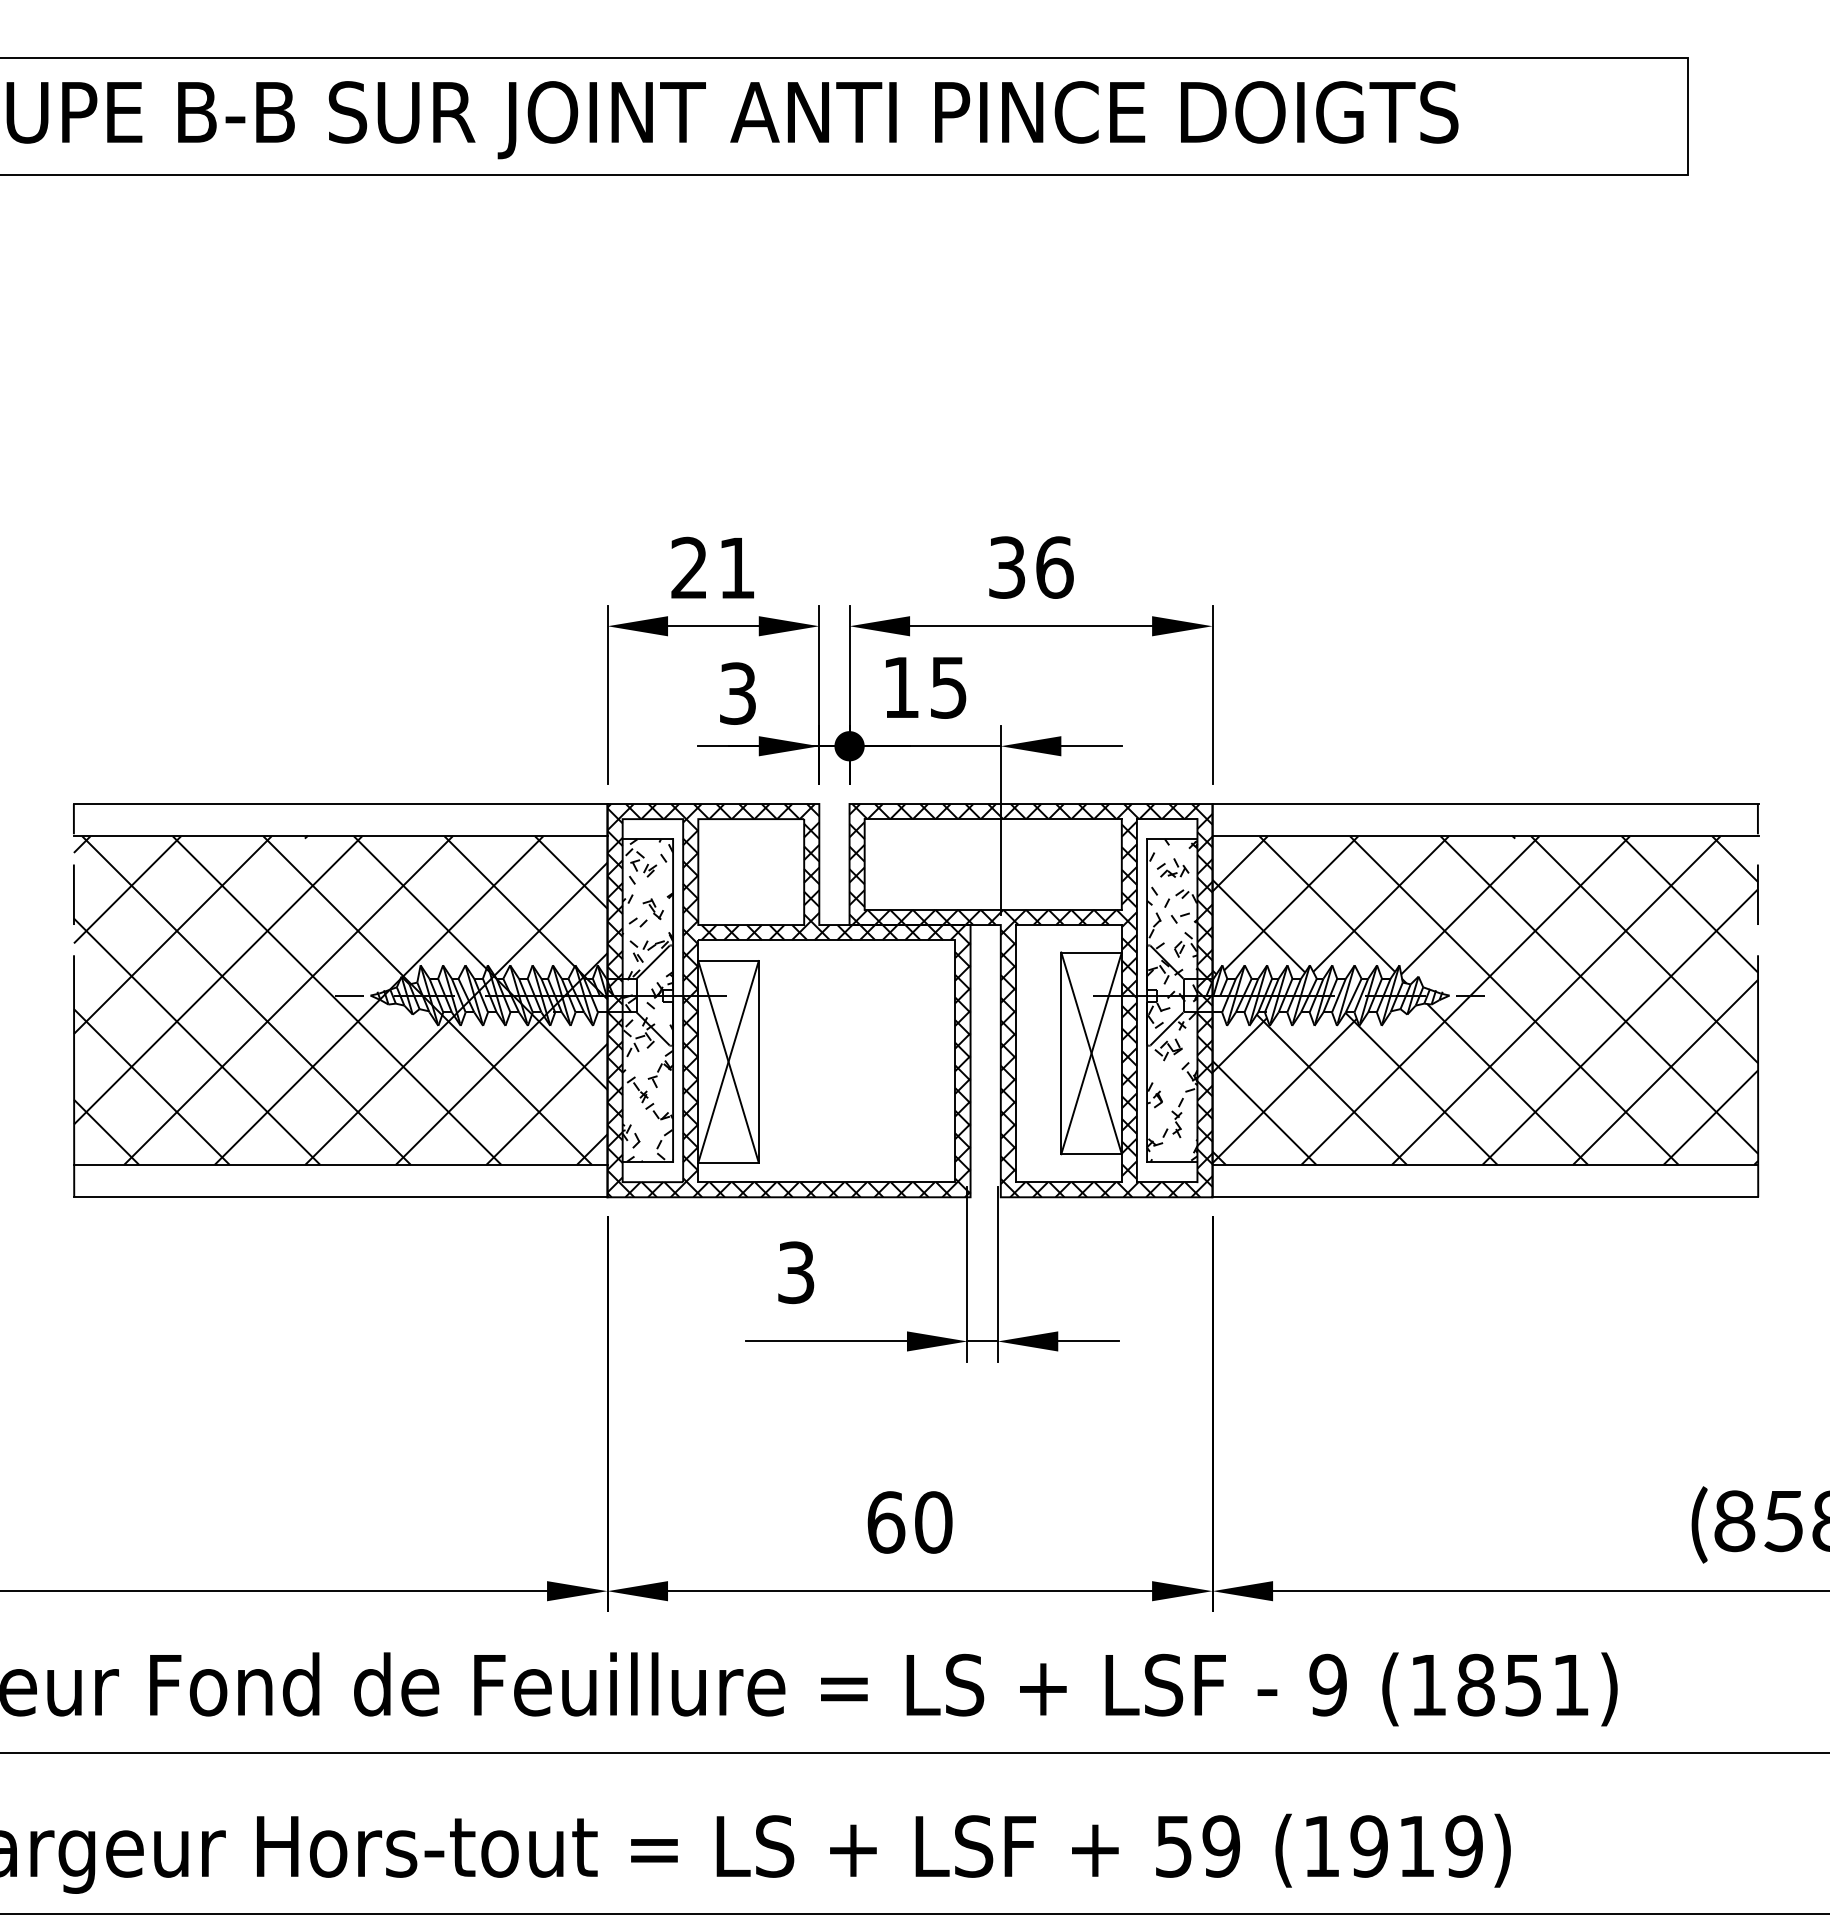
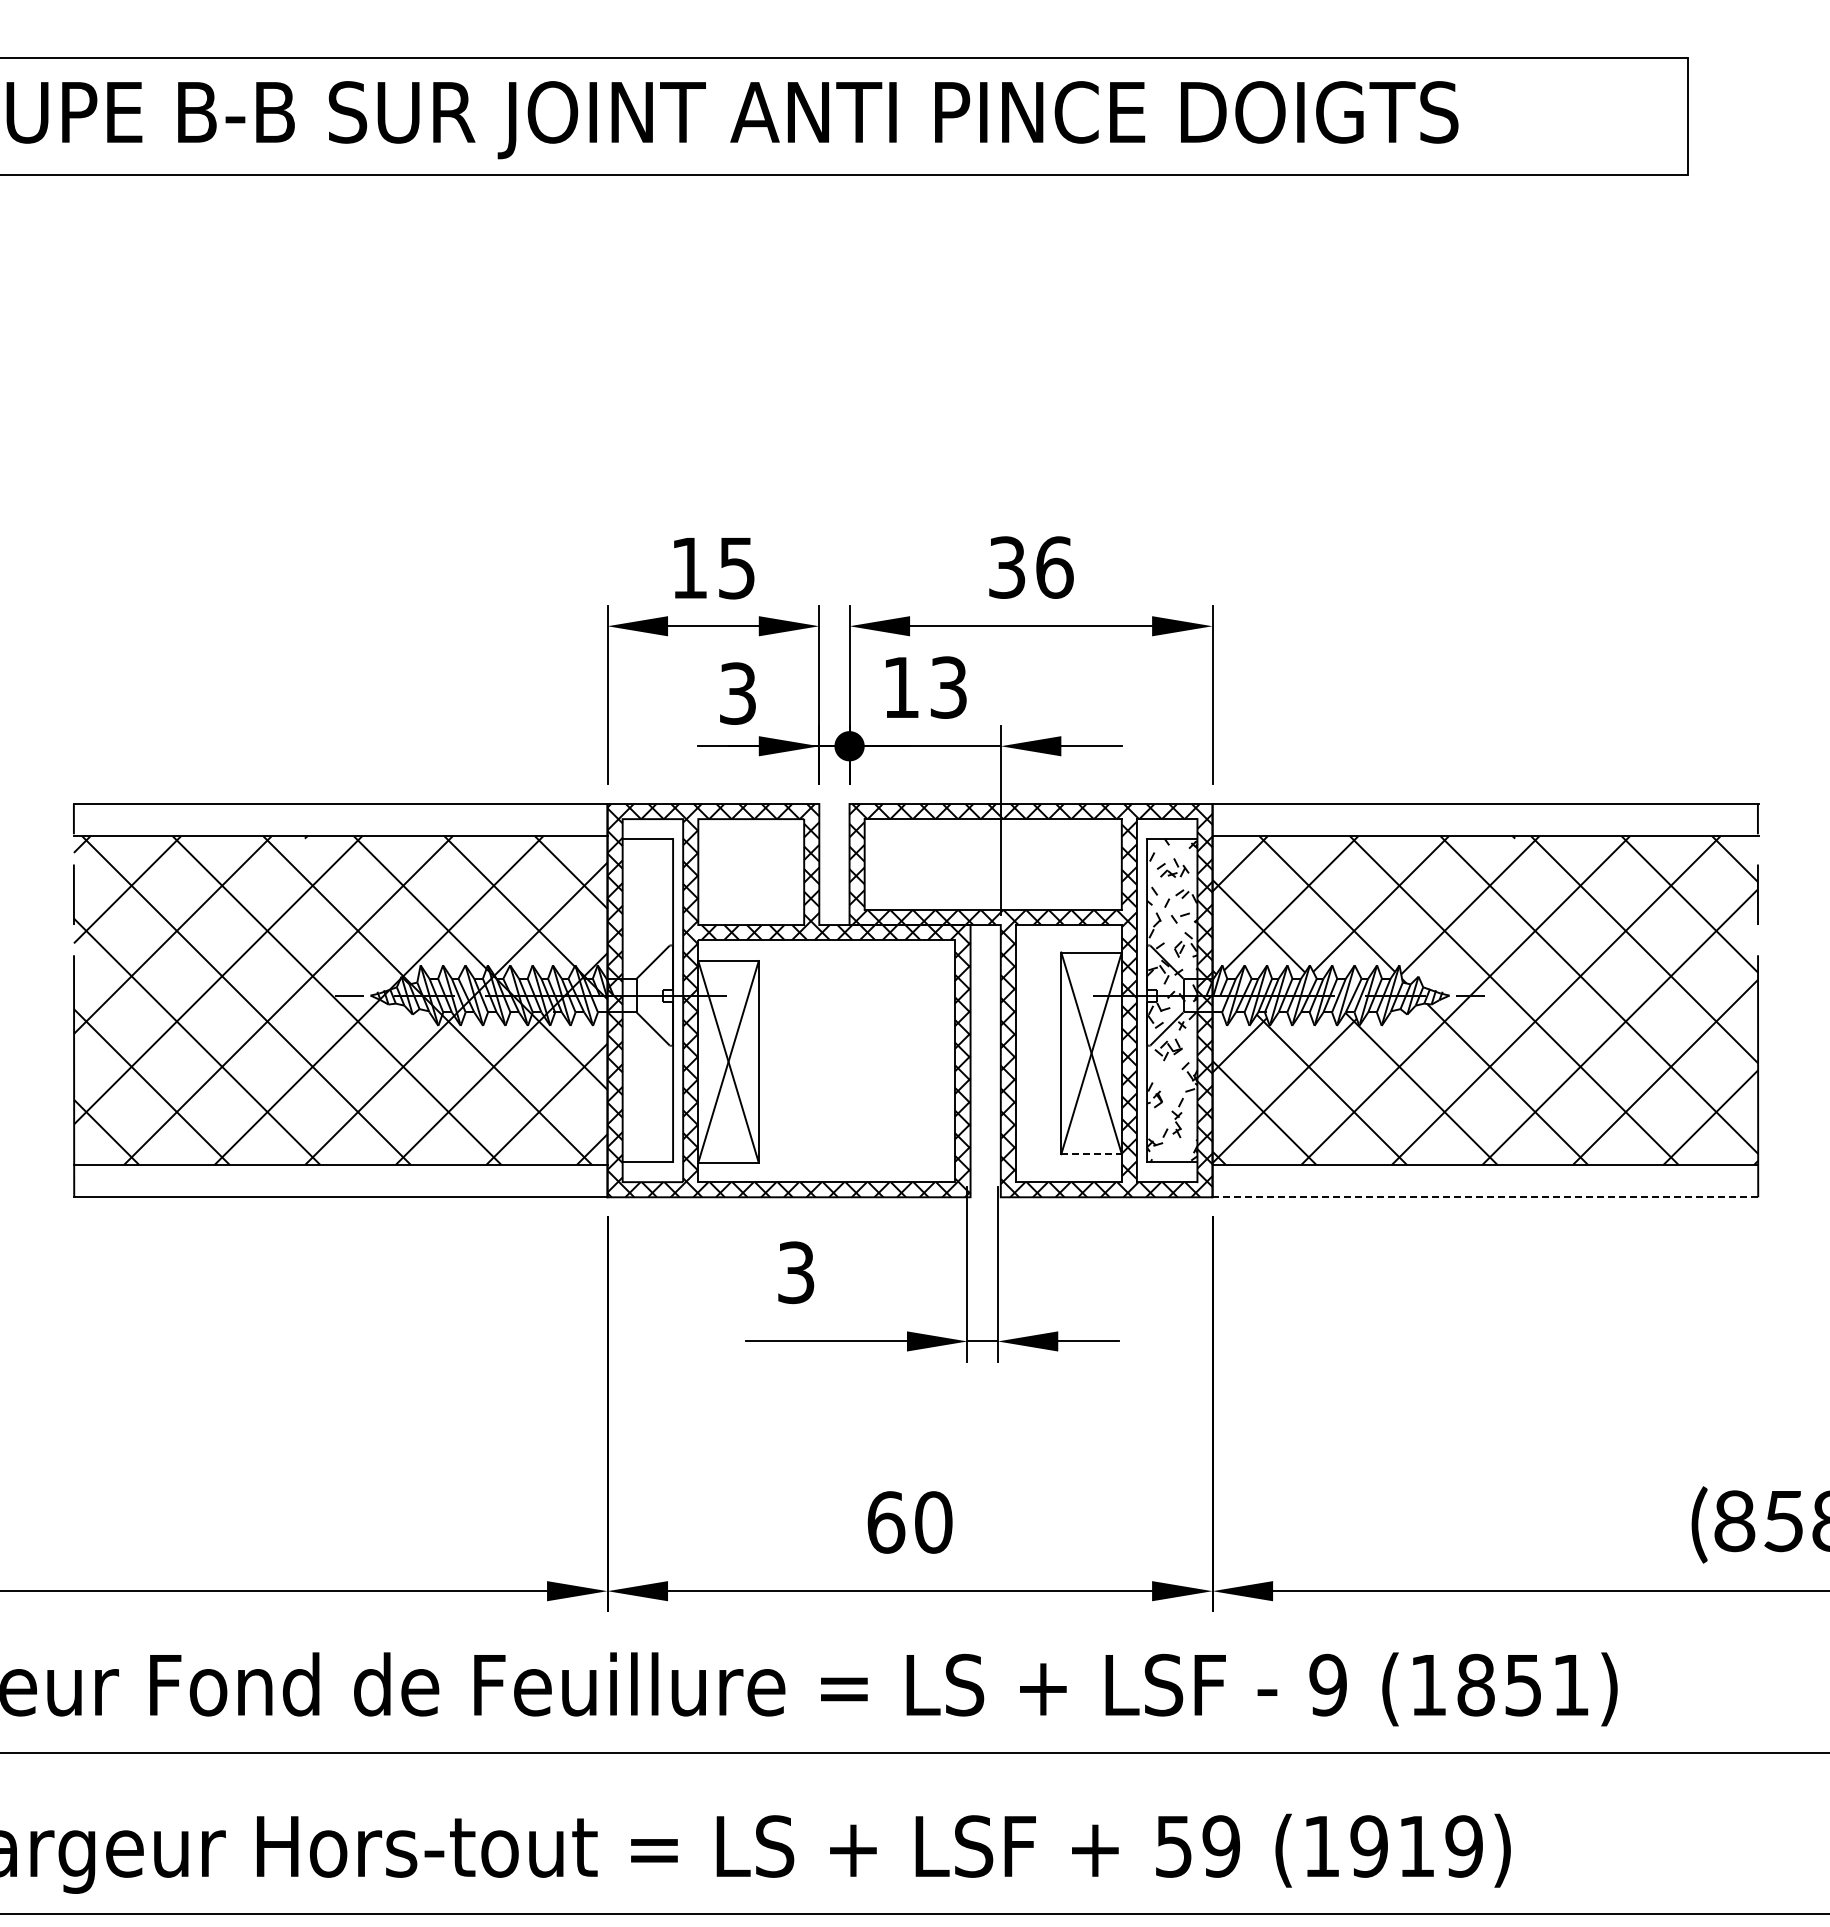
text at (712, 567): 21 -> 15
text at (948, 687): 15 -> 13
hatch at (647, 1000): present -> none
line at (1092, 1154): solid -> dashed
line at (1485, 1197): solid -> dashed
